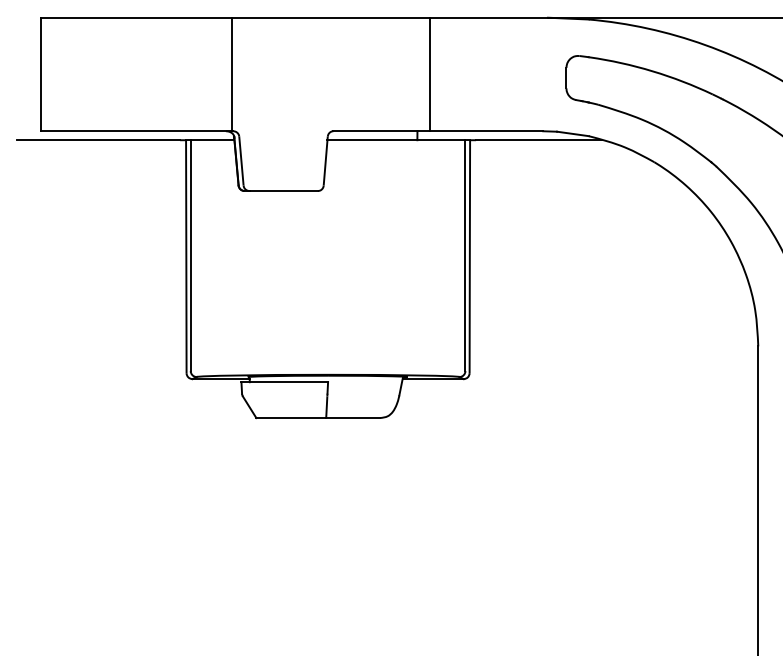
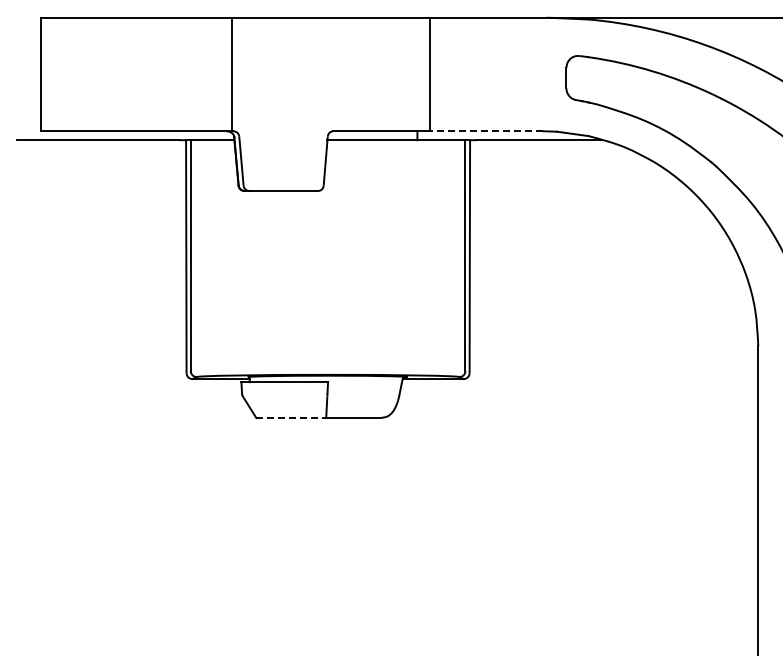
line at (486, 131): solid -> dashed
line at (291, 418): solid -> dashed
